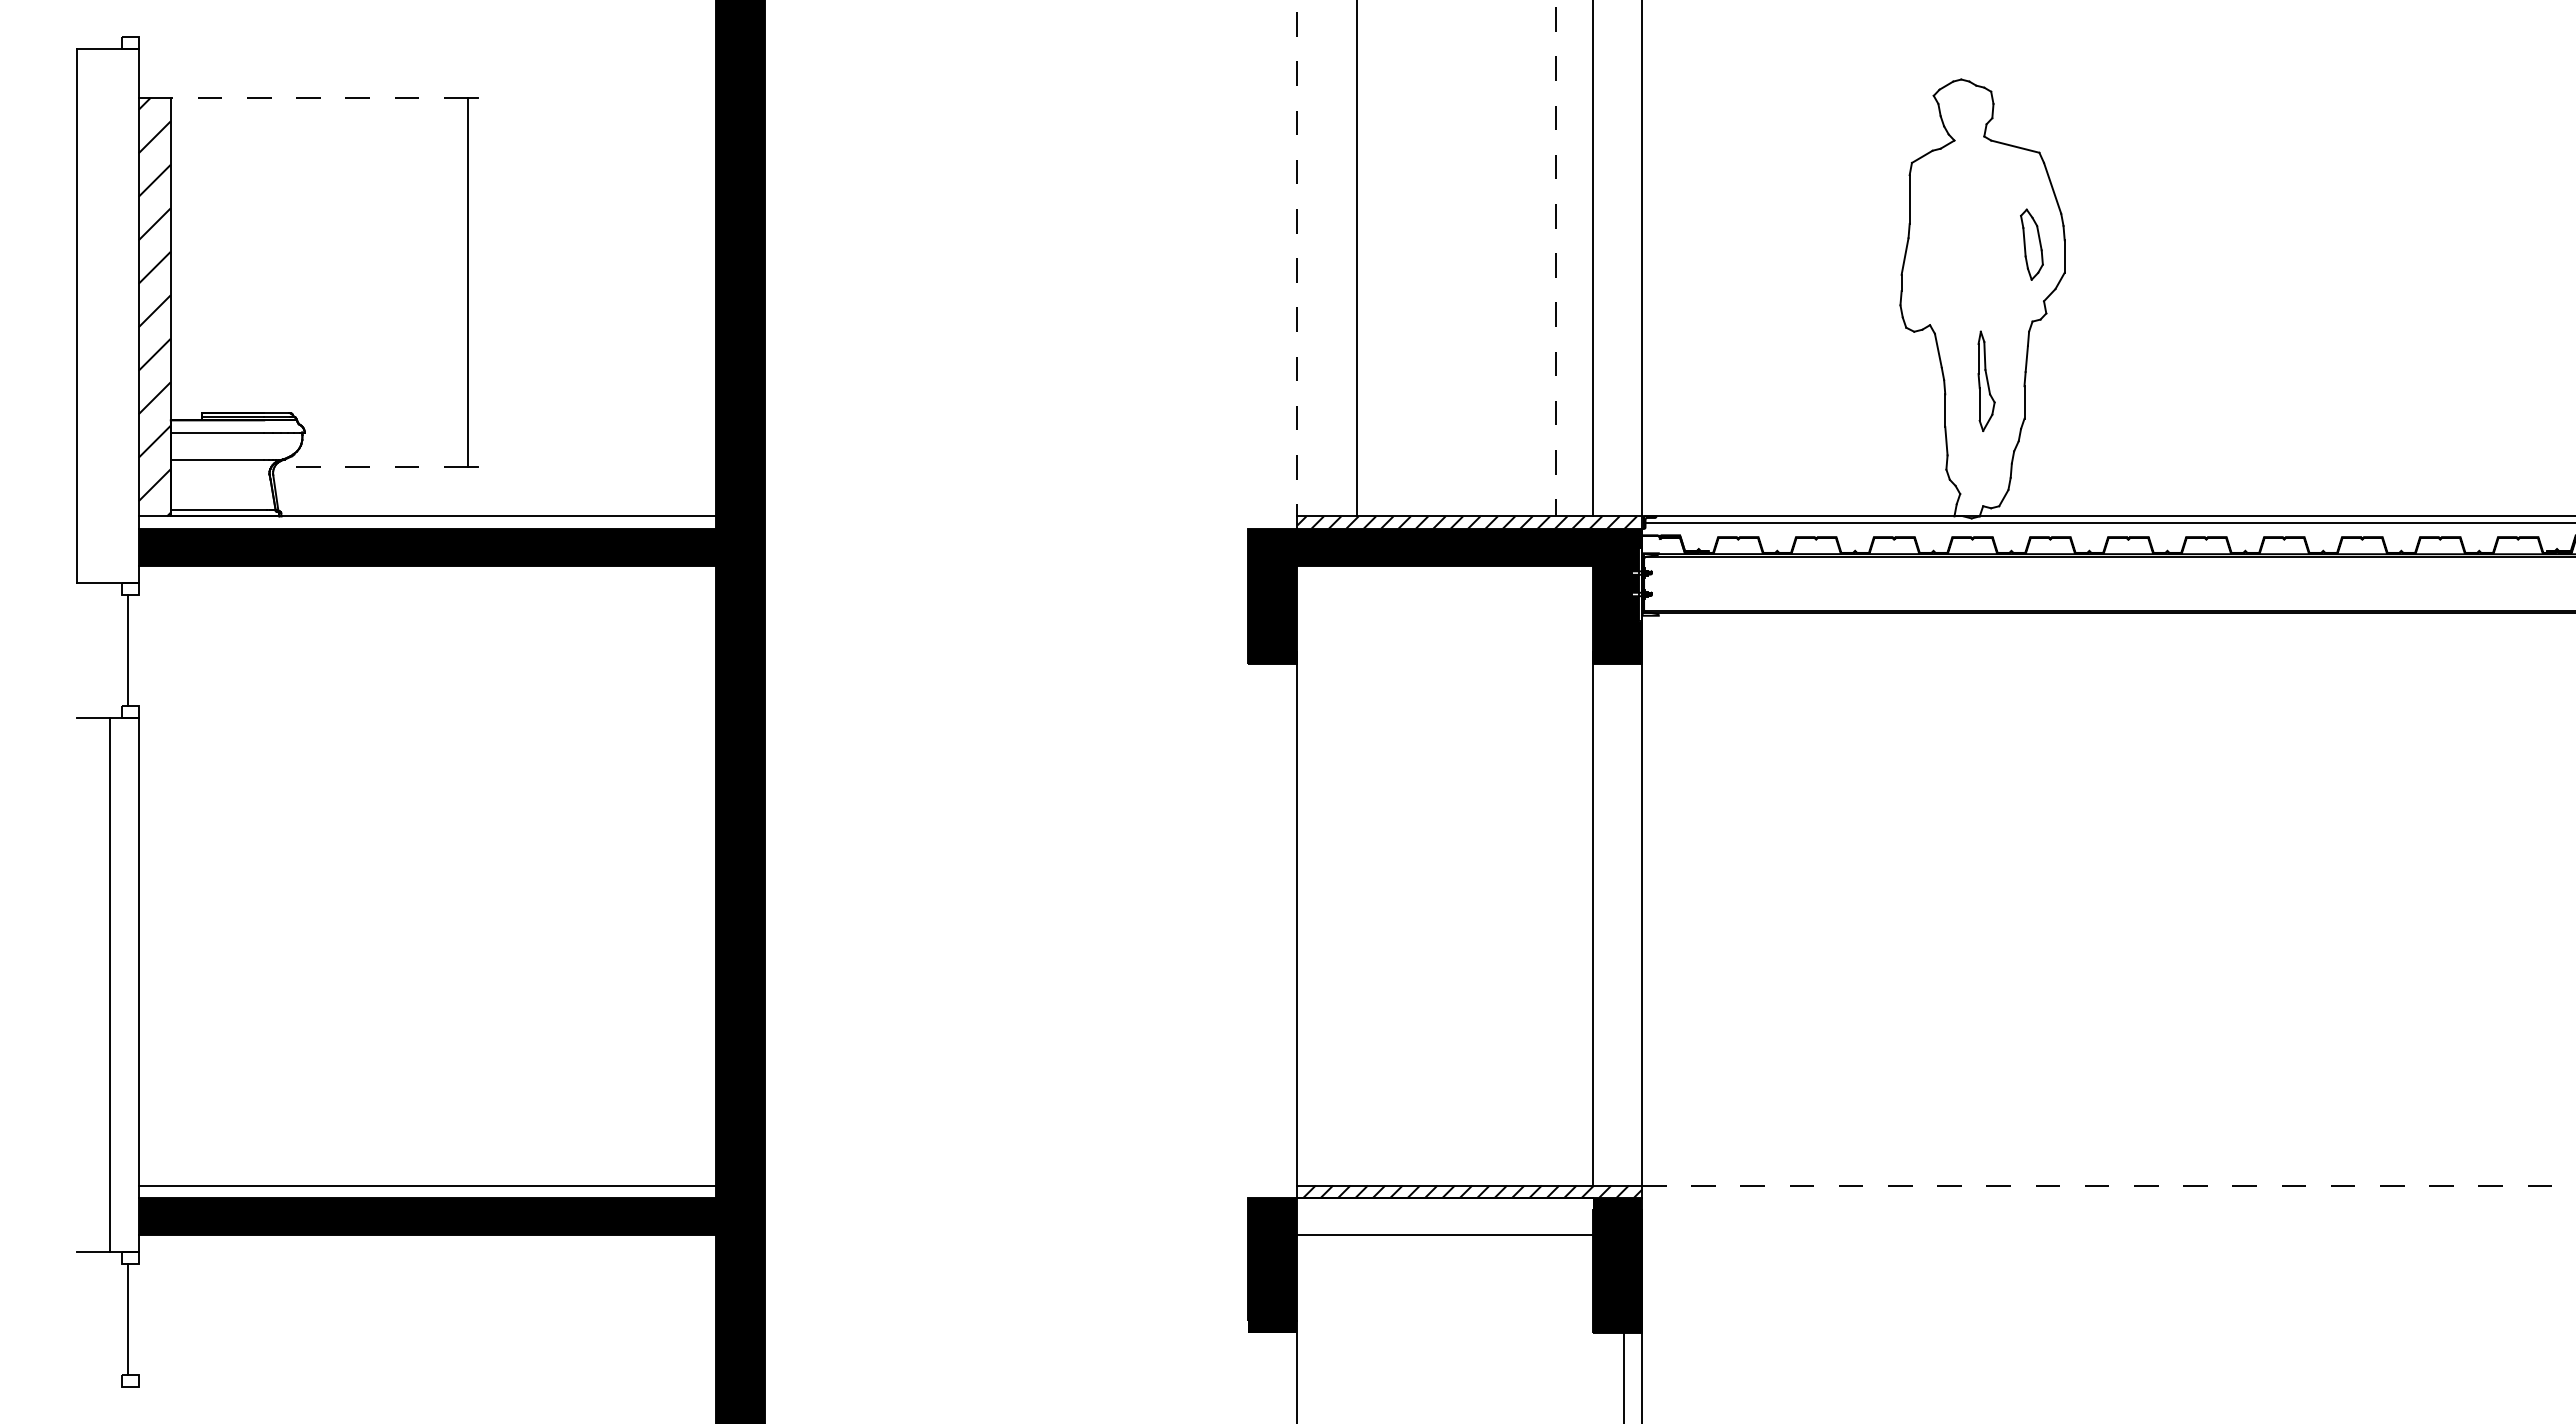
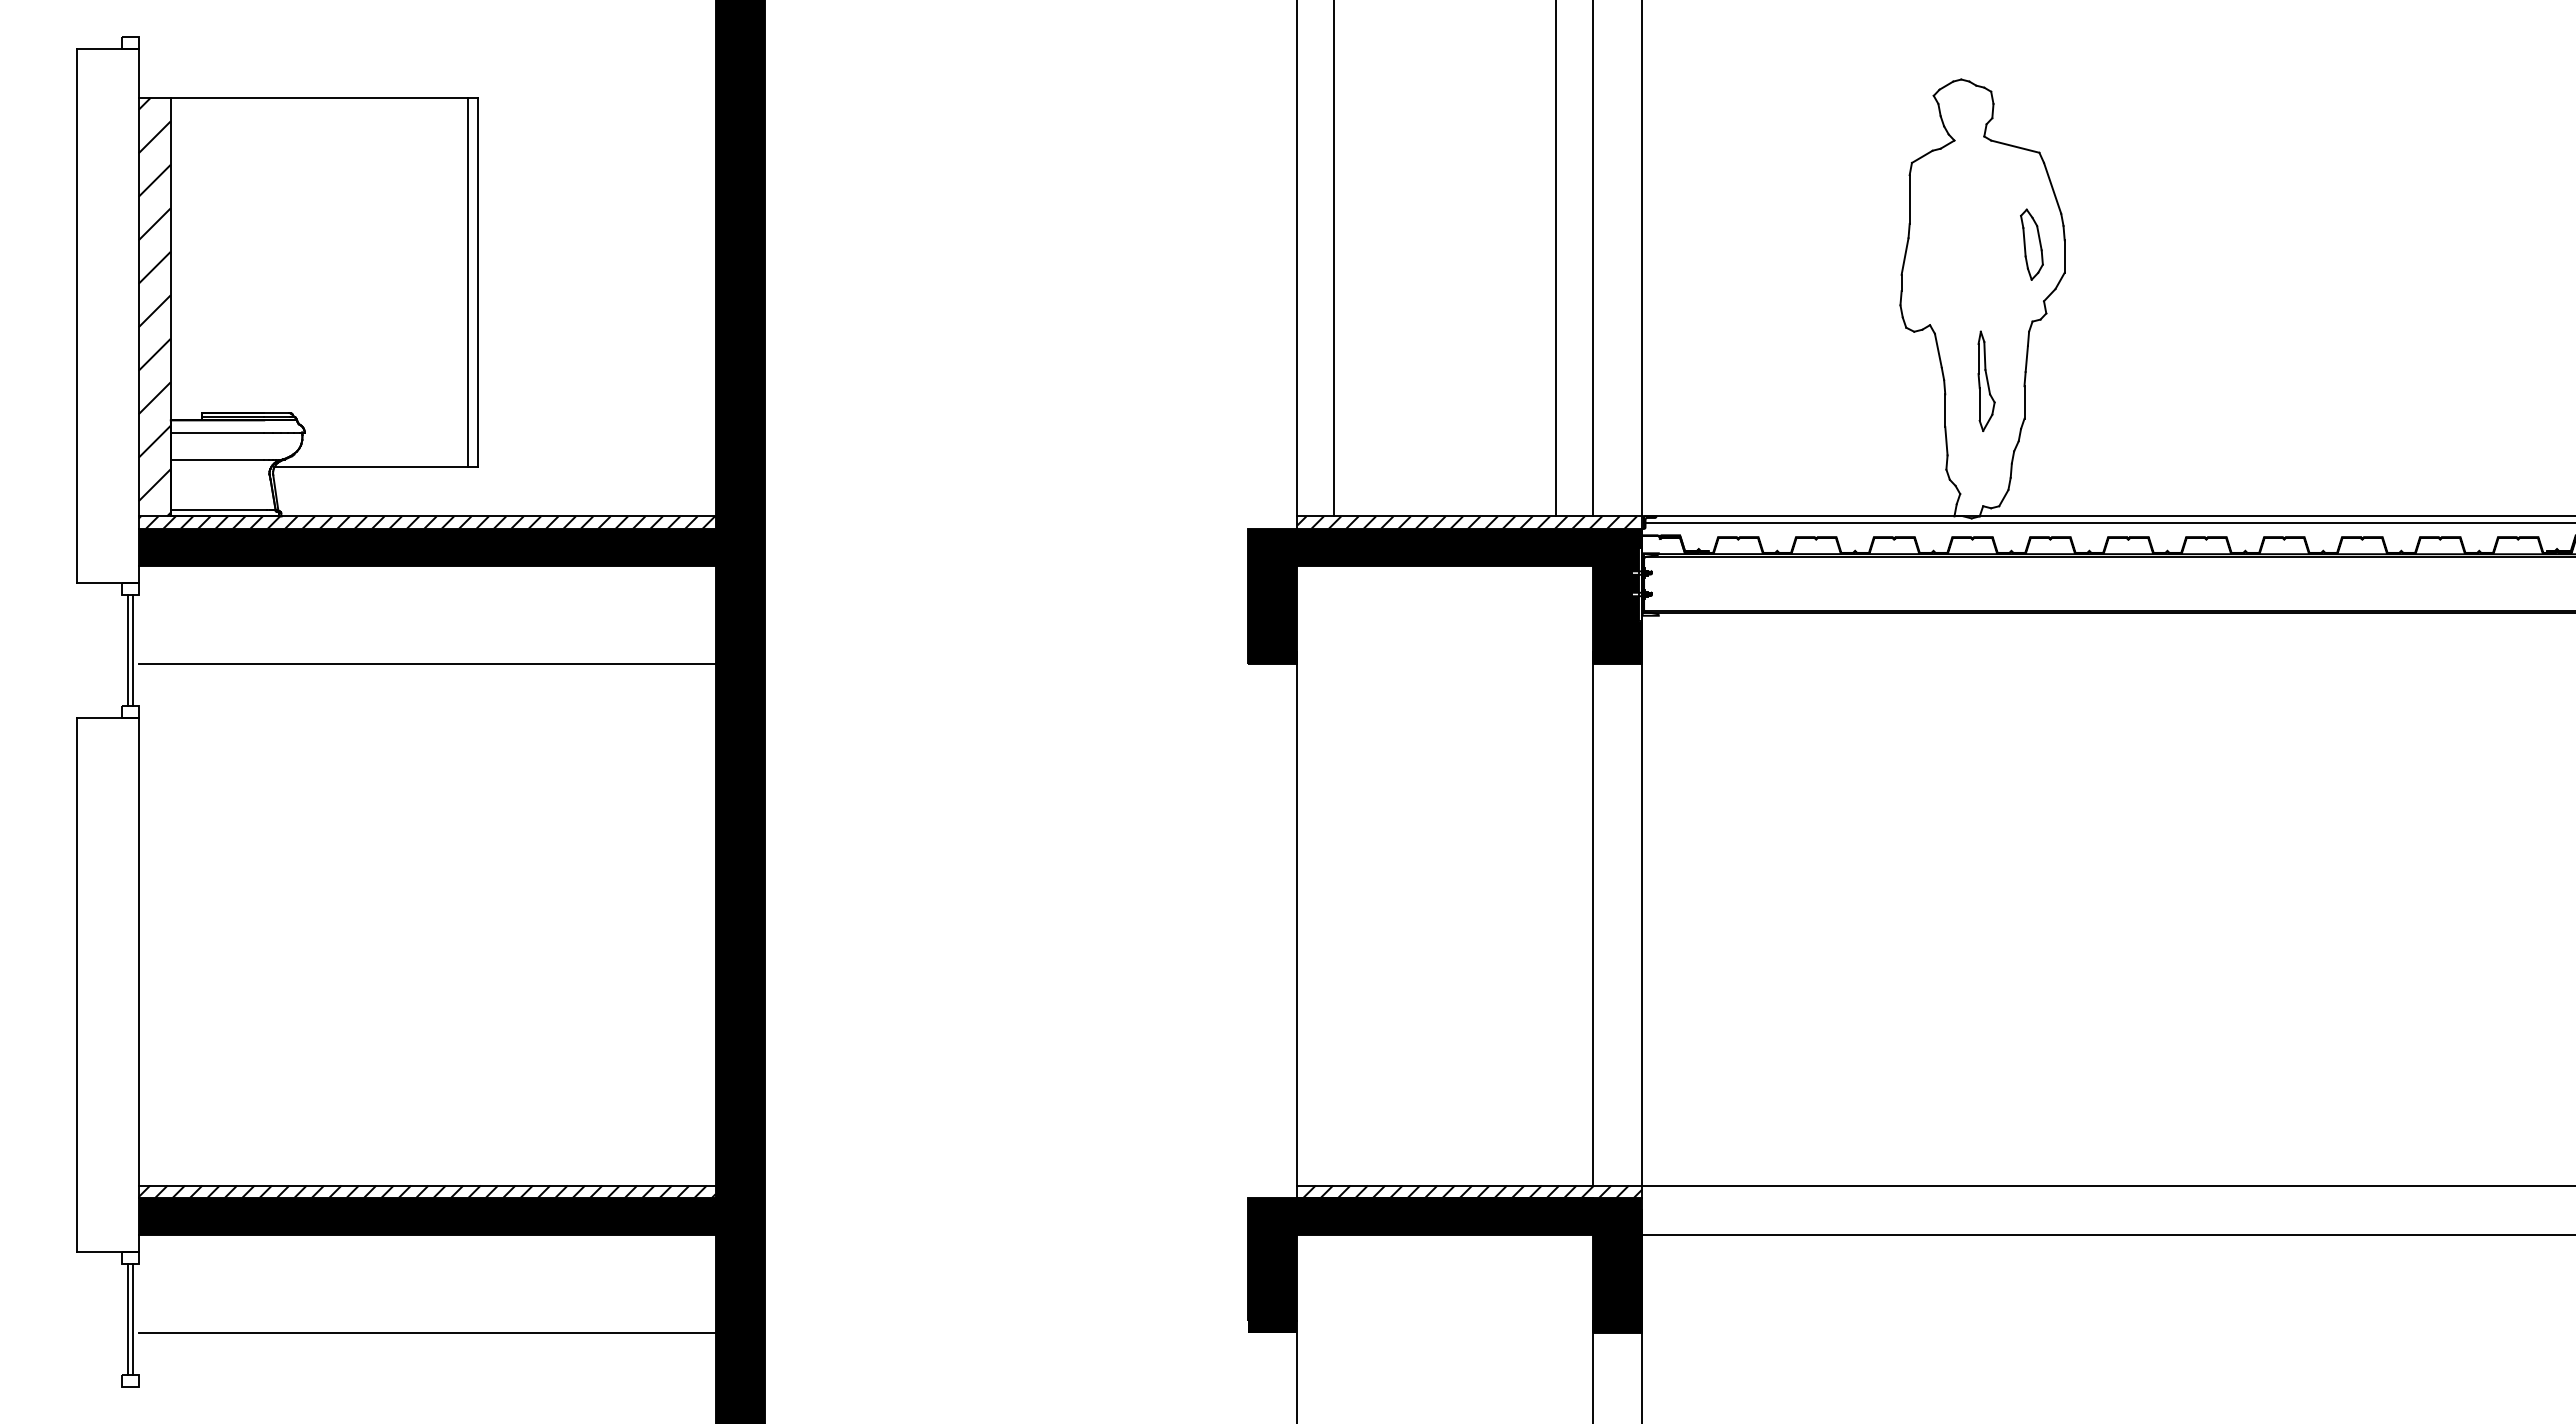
line at (319, 98): dashed -> solid
line at (1555, 258): dashed -> solid
line at (1357, 259) position: (1357, 259) -> (1334, 259)
line at (1297, 264): dashed -> solid
line at (478, 282): none -> present
line at (371, 467): dashed -> solid
hatch at (426, 522): none -> present
line at (132, 650): none -> present
line at (426, 664): none -> present
line at (110, 984) position: (110, 984) -> (77, 984)
line at (2108, 1185): dashed -> solid
hatch at (426, 1191): none -> present
fill at (1444, 1215): none -> present
line at (2106, 1234): none -> present
line at (132, 1319): none -> present
line at (426, 1333): none -> present
line at (1623, 1370) position: (1623, 1370) -> (1592, 1370)
